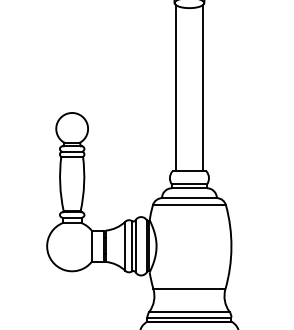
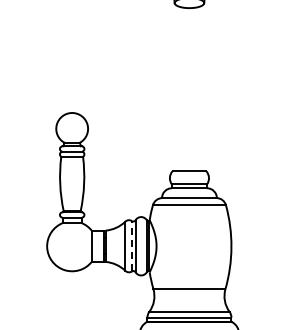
line at (176, 88): present -> none
line at (202, 88): present -> none
line at (131, 245): solid -> dashed
